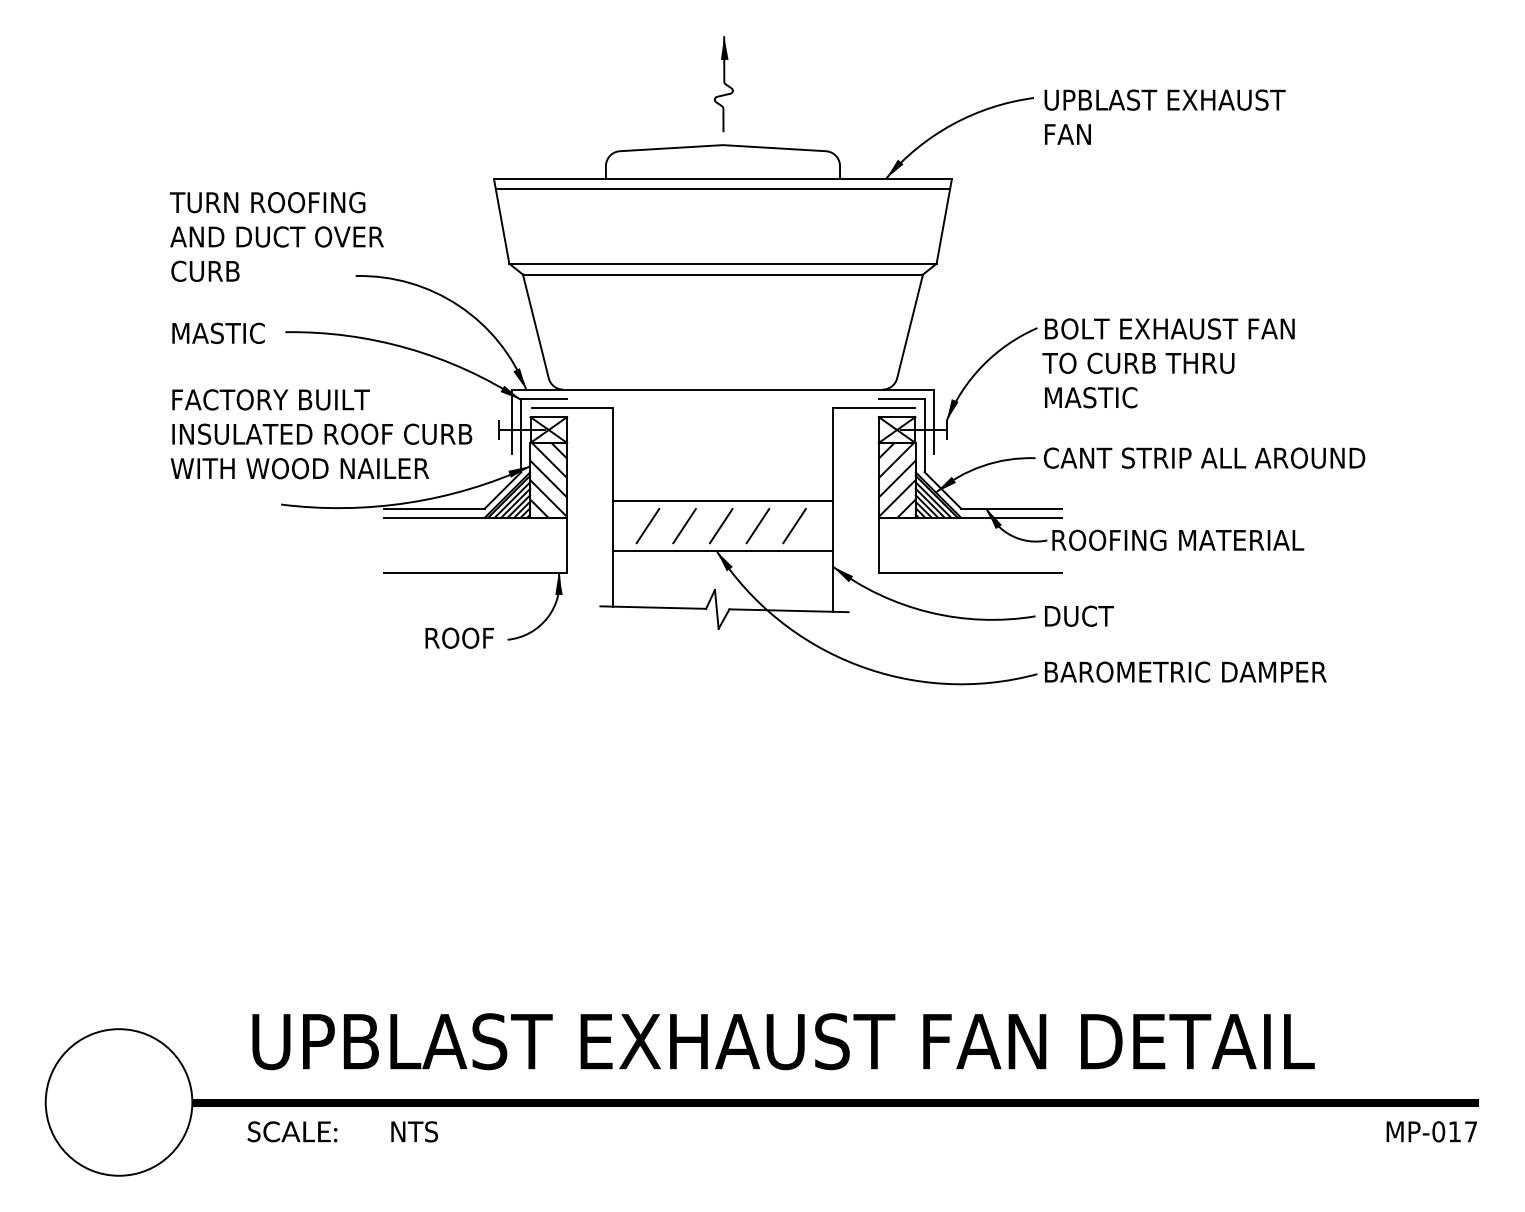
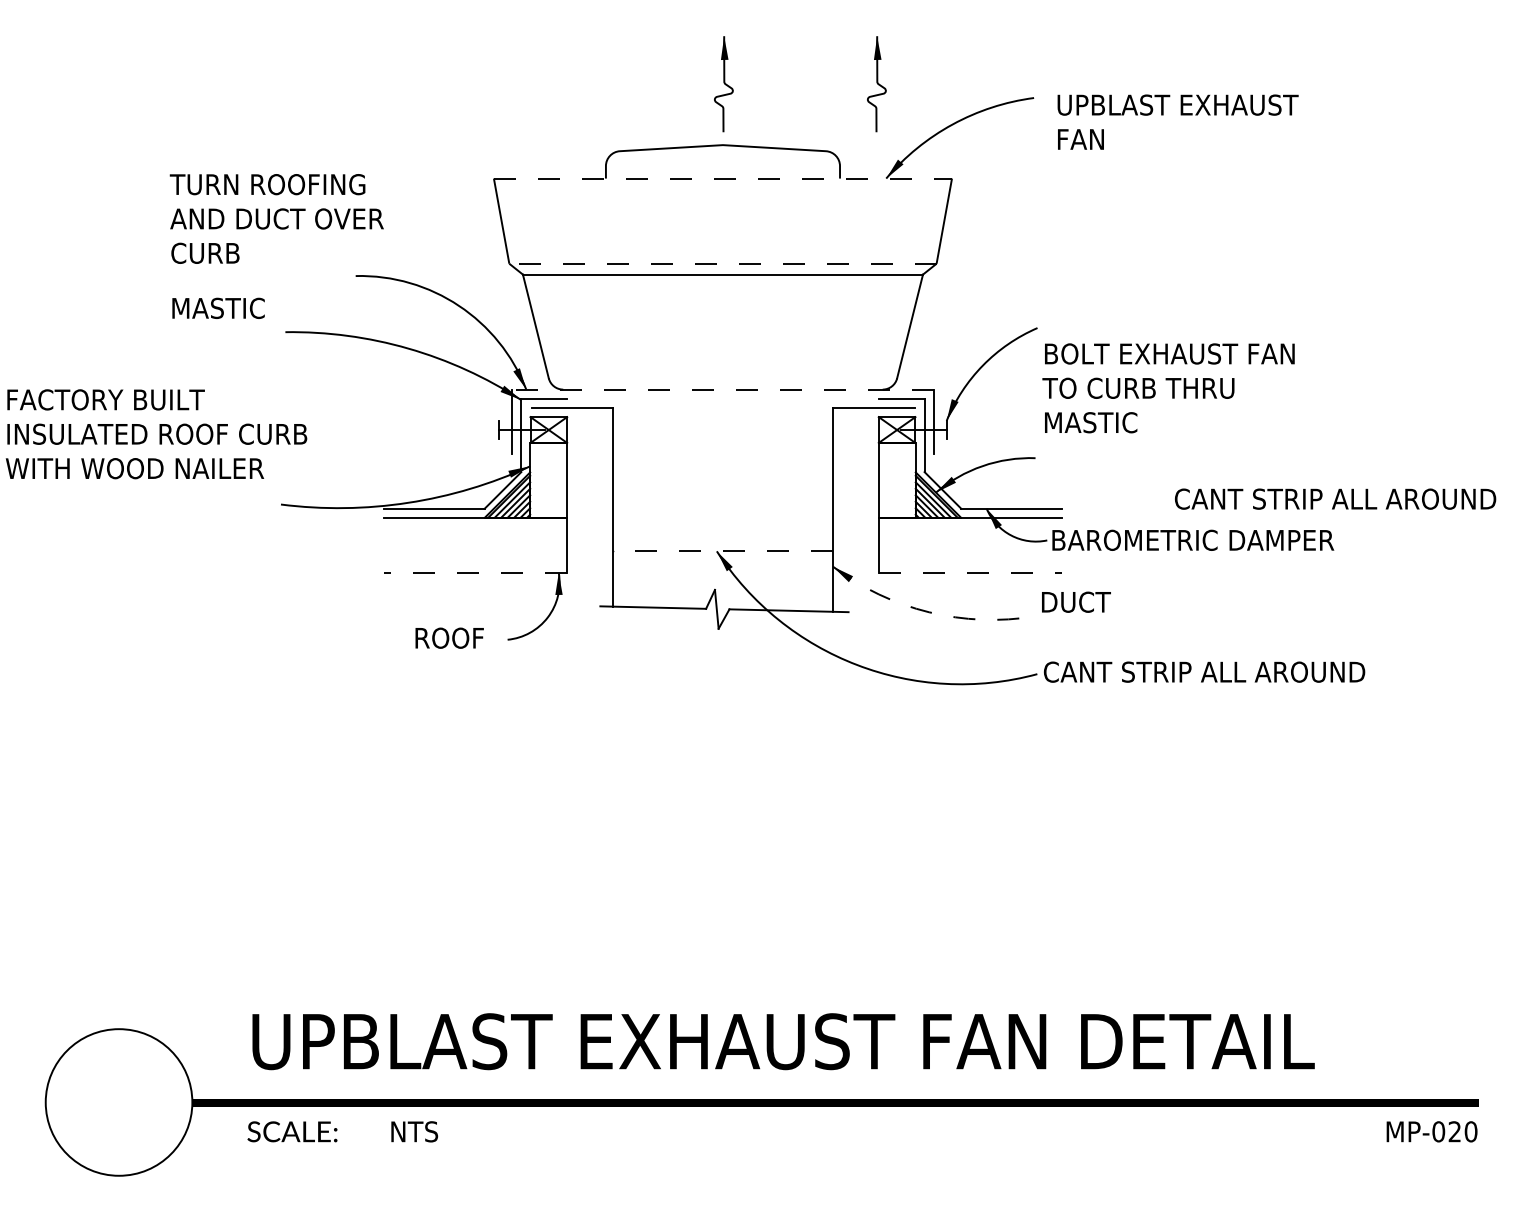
part at (876, 84): none -> present
text at (1164, 116) position: (1164, 116) -> (1177, 121)
line at (723, 178): solid -> dashed
line at (722, 189): present -> none
text at (276, 236) position: (276, 236) -> (276, 218)
line at (722, 263): solid -> dashed
text at (218, 332) position: (218, 332) -> (218, 307)
text at (1168, 363) position: (1168, 363) -> (1168, 388)
line at (722, 389): solid -> dashed
text at (321, 434) position: (321, 434) -> (156, 434)
text at (1204, 457) position: (1204, 457) -> (1335, 498)
hatch at (548, 480): present -> none
hatch at (896, 480): present -> none
line at (722, 500): present -> none
line at (647, 526): present -> none
line at (684, 526): present -> none
line at (720, 526): present -> none
line at (757, 526): present -> none
line at (794, 526): present -> none
text at (1194, 539): ROOFING MATERIAL -> BAROMETRIC DAMPER
line at (722, 551): solid -> dashed
line at (475, 572): solid -> dashed
line at (970, 572): solid -> dashed
arc at (929, 612): solid -> dashed
text at (1079, 615) position: (1079, 615) -> (1076, 601)
text at (459, 637) position: (459, 637) -> (449, 637)
text at (1204, 671): BAROMETRIC DAMPER -> CANT STRIP ALL AROUND
text at (1462, 1131): MP-017 -> MP-020
